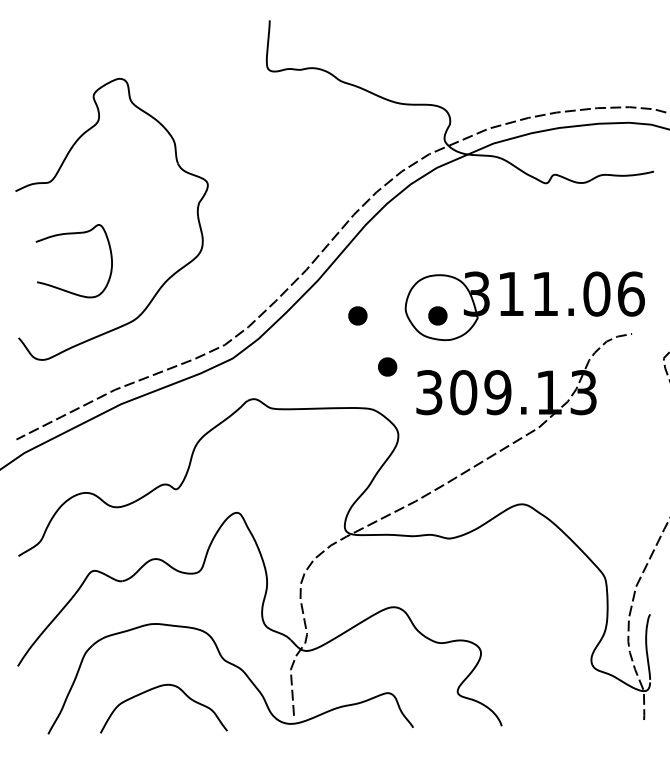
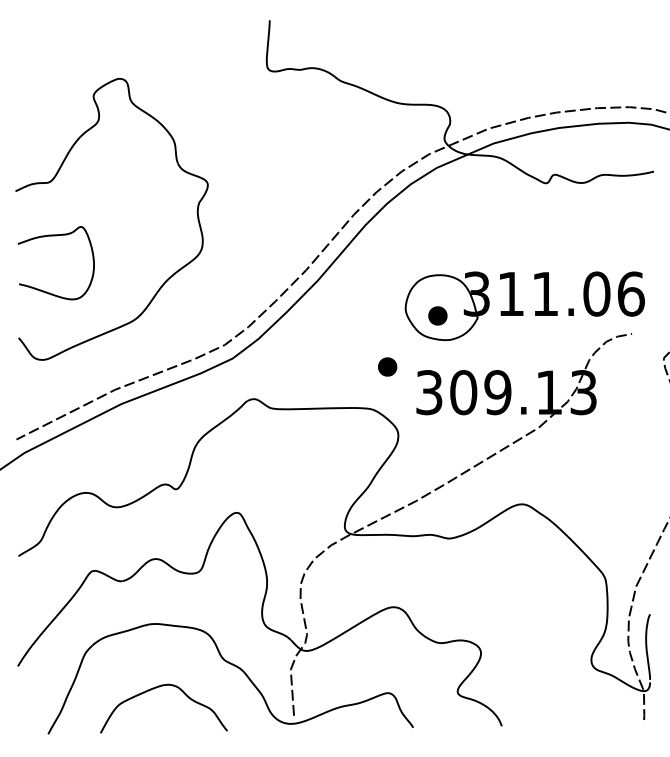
curve at (73, 234) position: (73, 234) -> (55, 236)
part at (357, 315): present -> none
